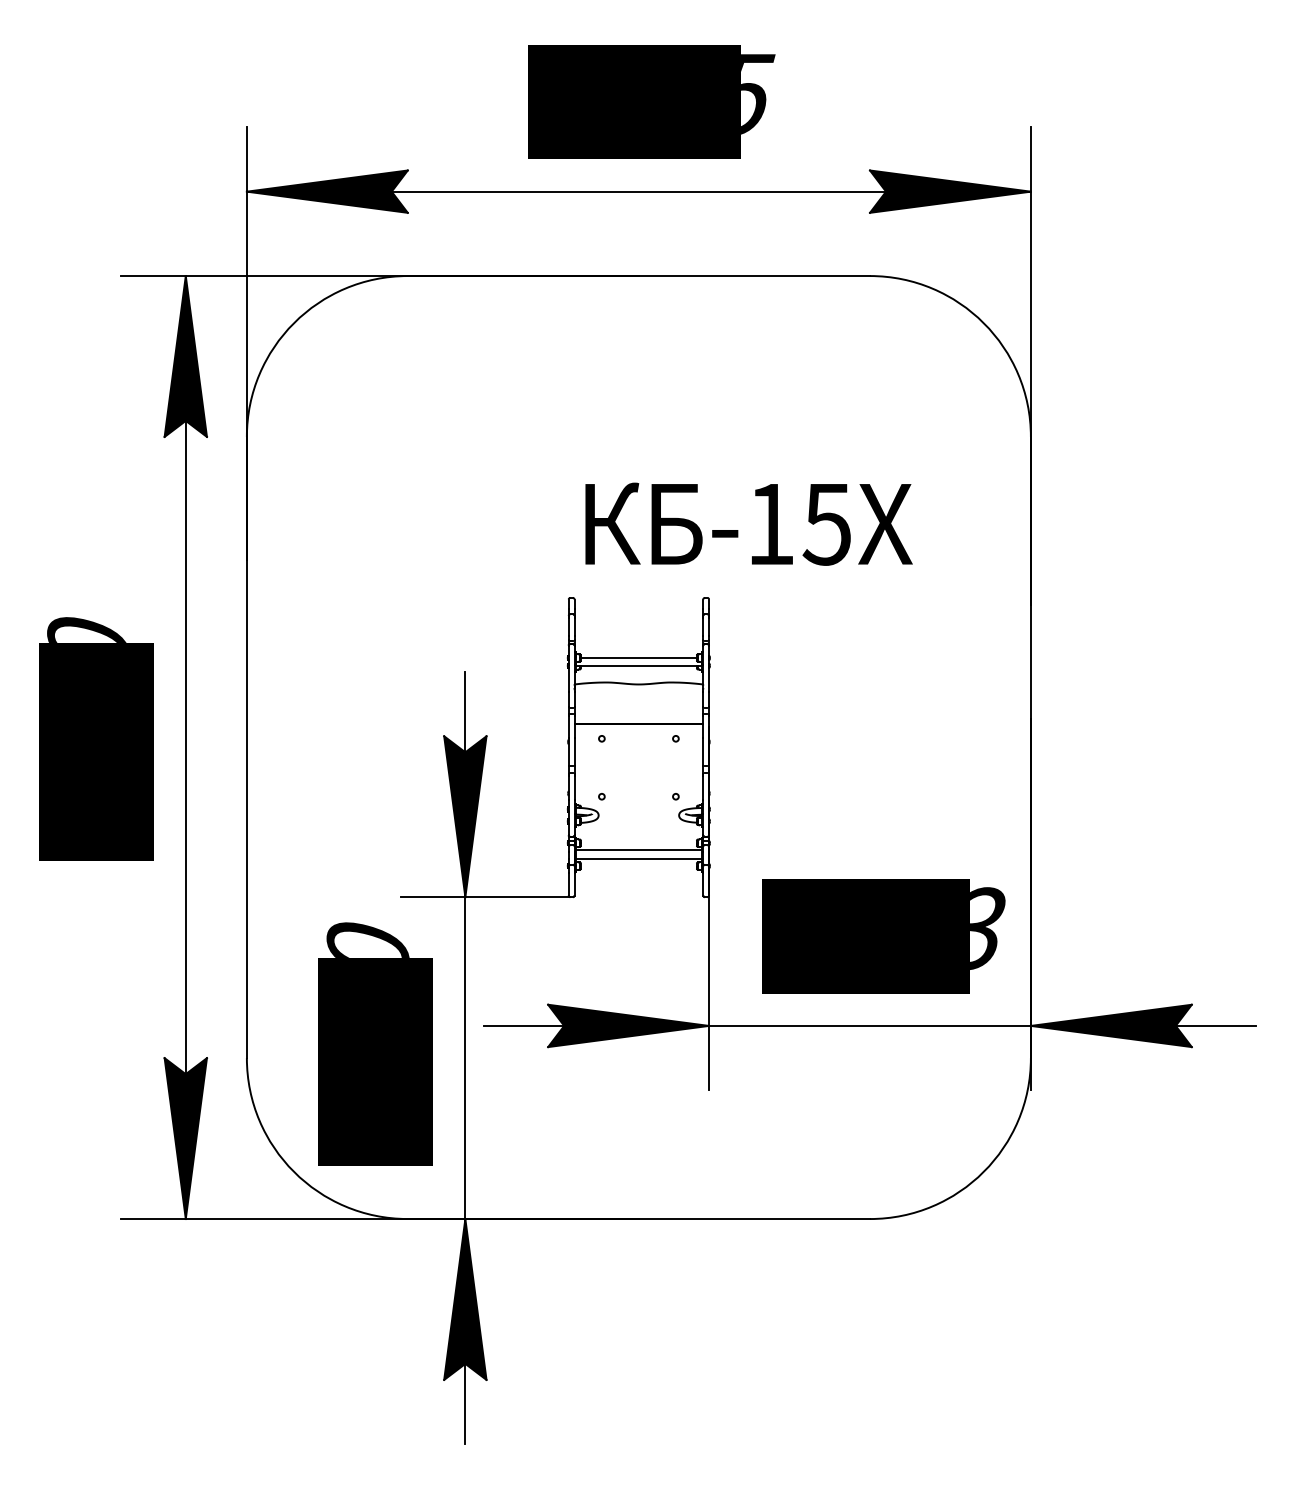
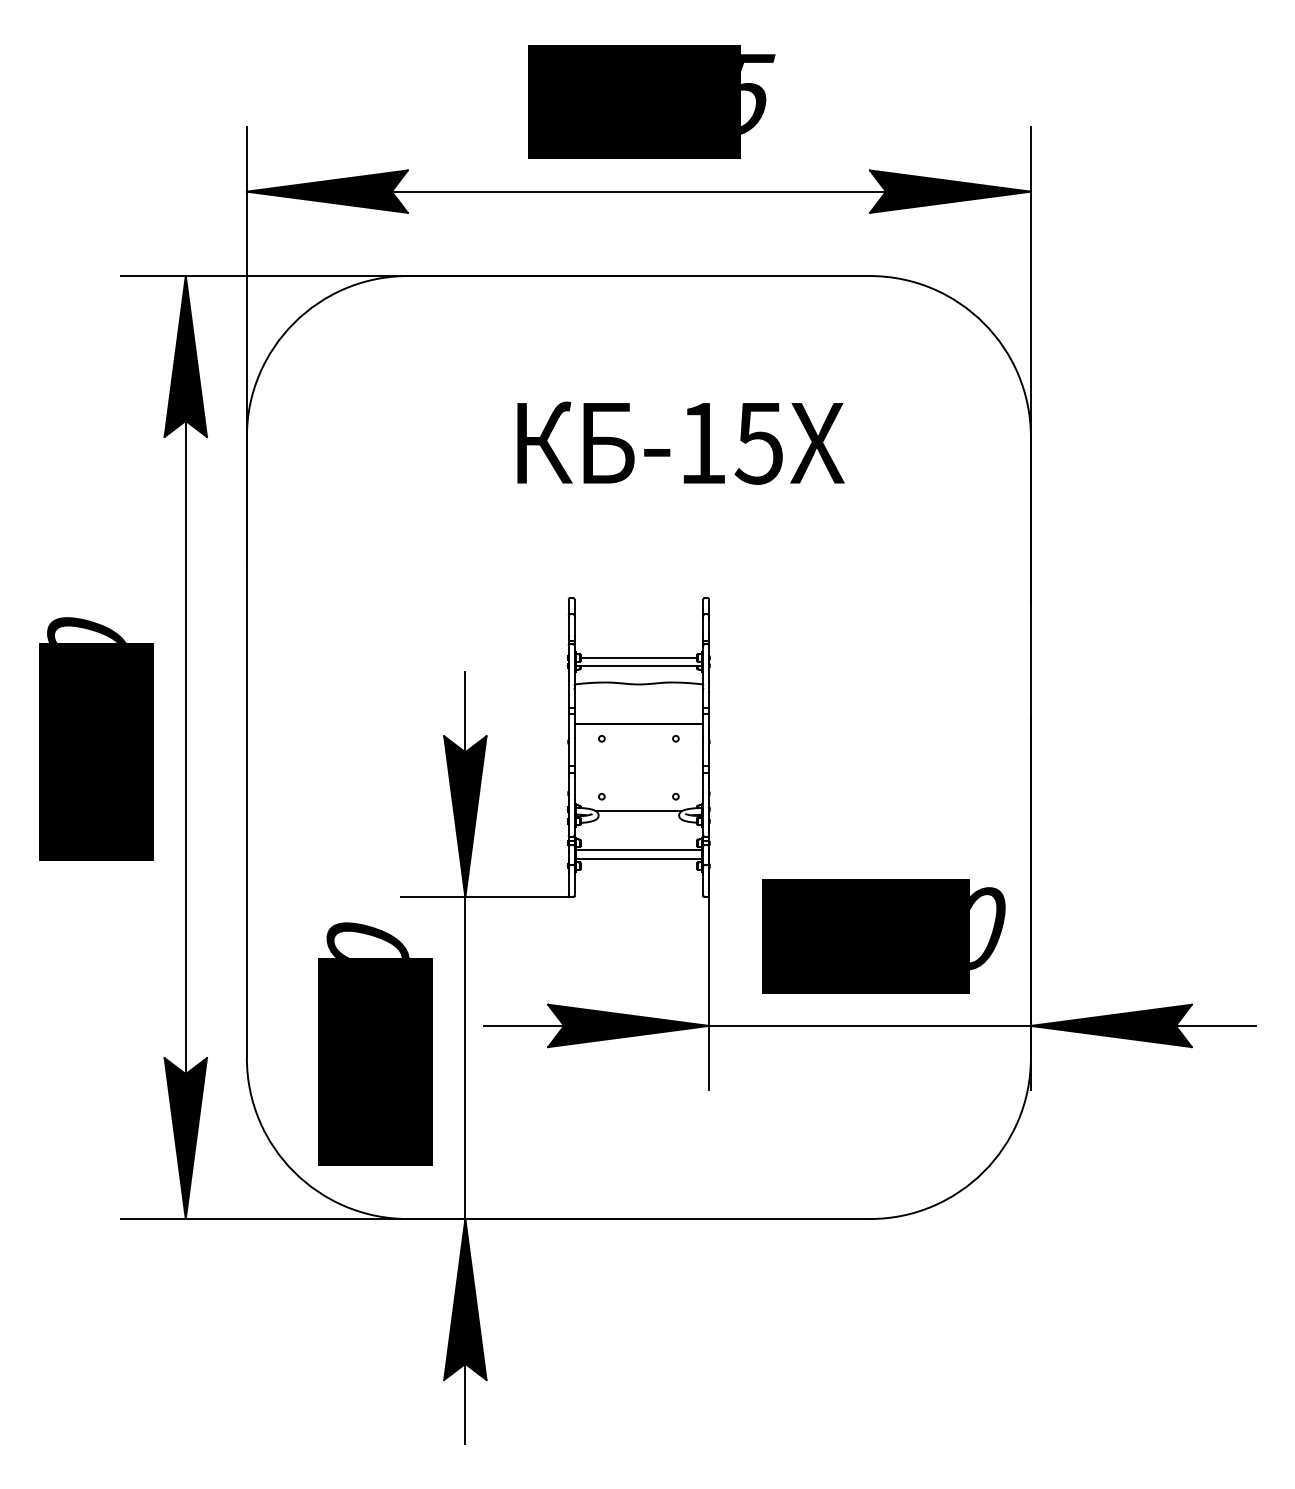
text at (748, 523) position: (748, 523) -> (680, 442)
line at (638, 811): none -> present
text at (987, 928): 1003 -> 1000
